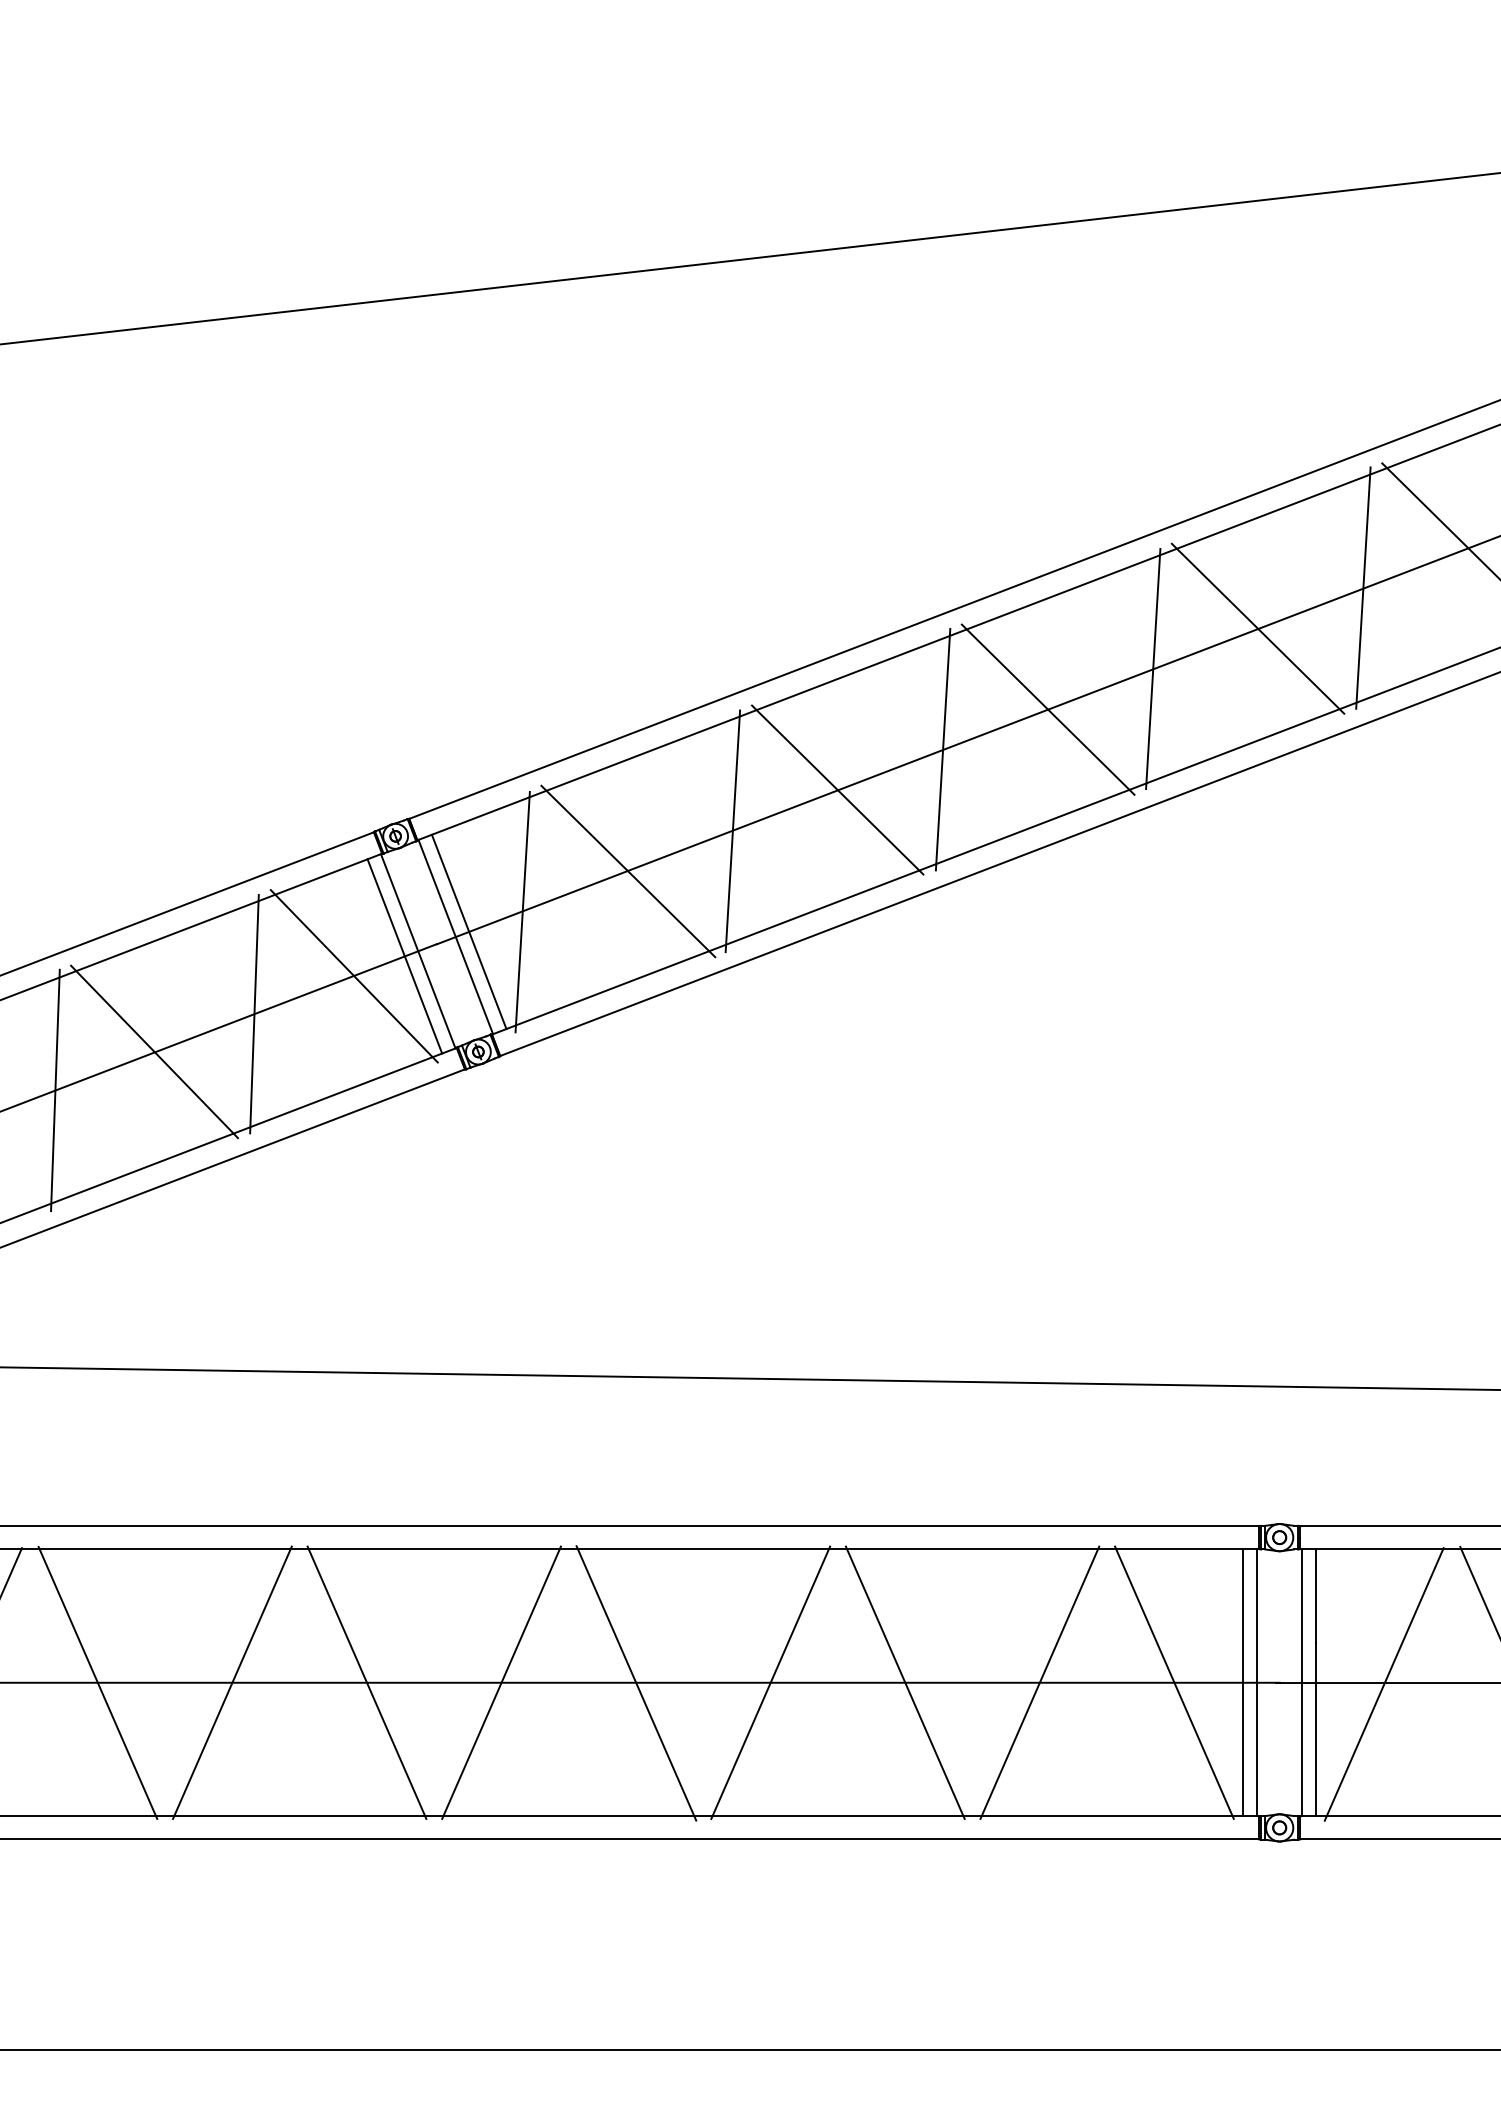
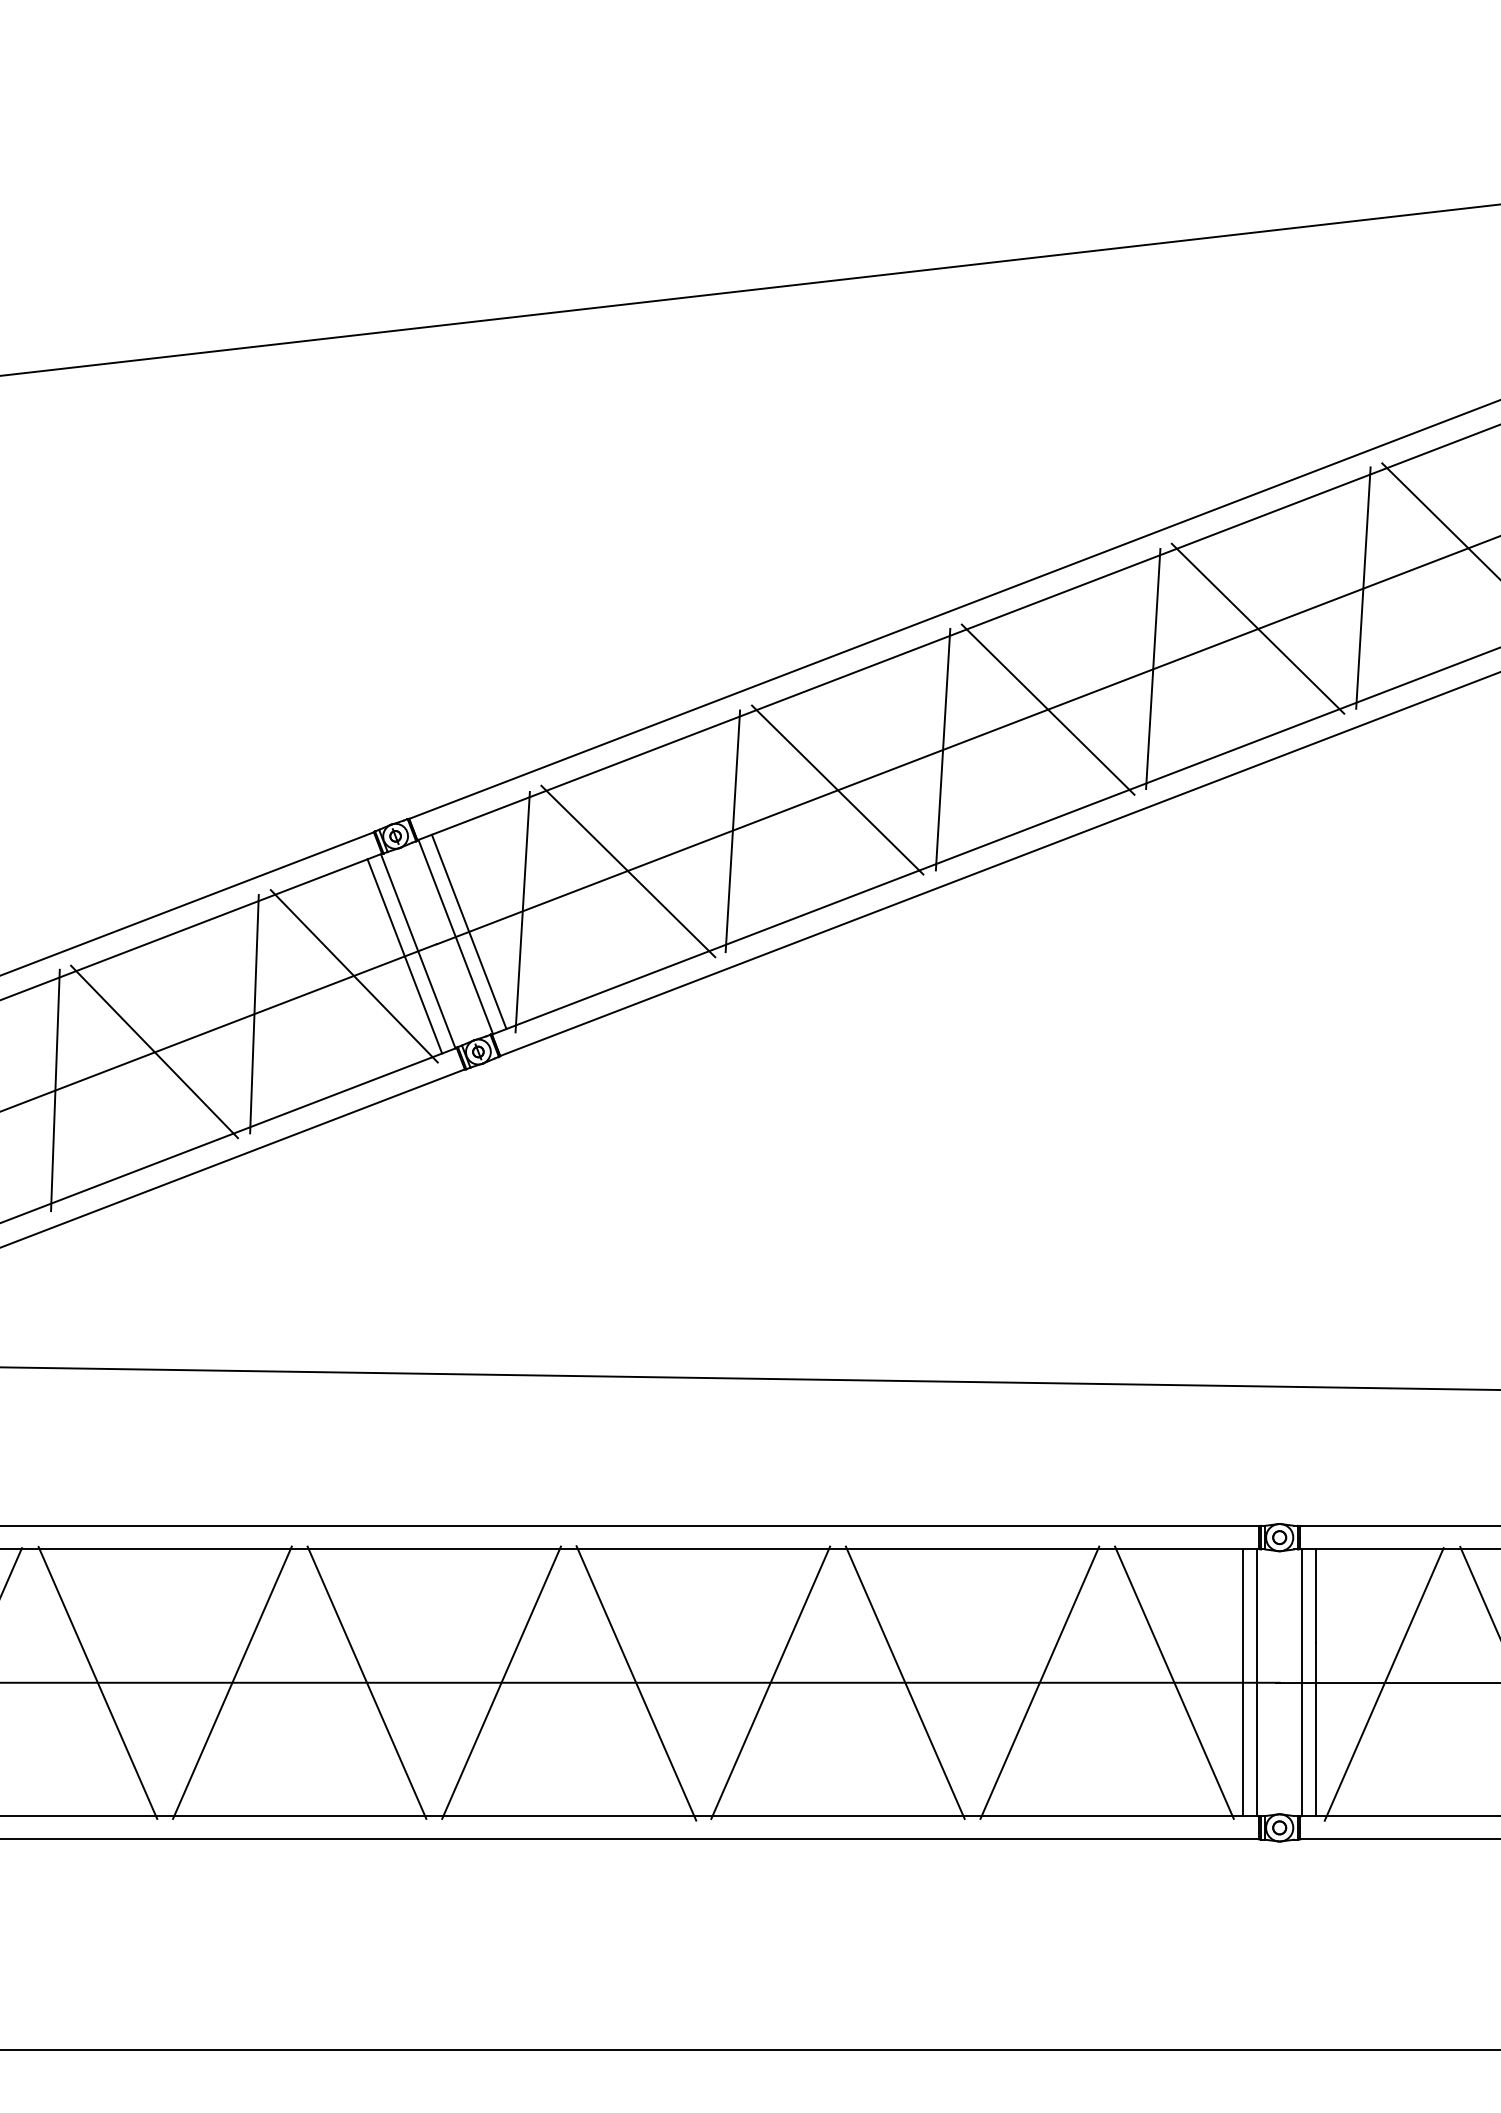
line at (749, 258) position: (749, 258) -> (749, 289)
